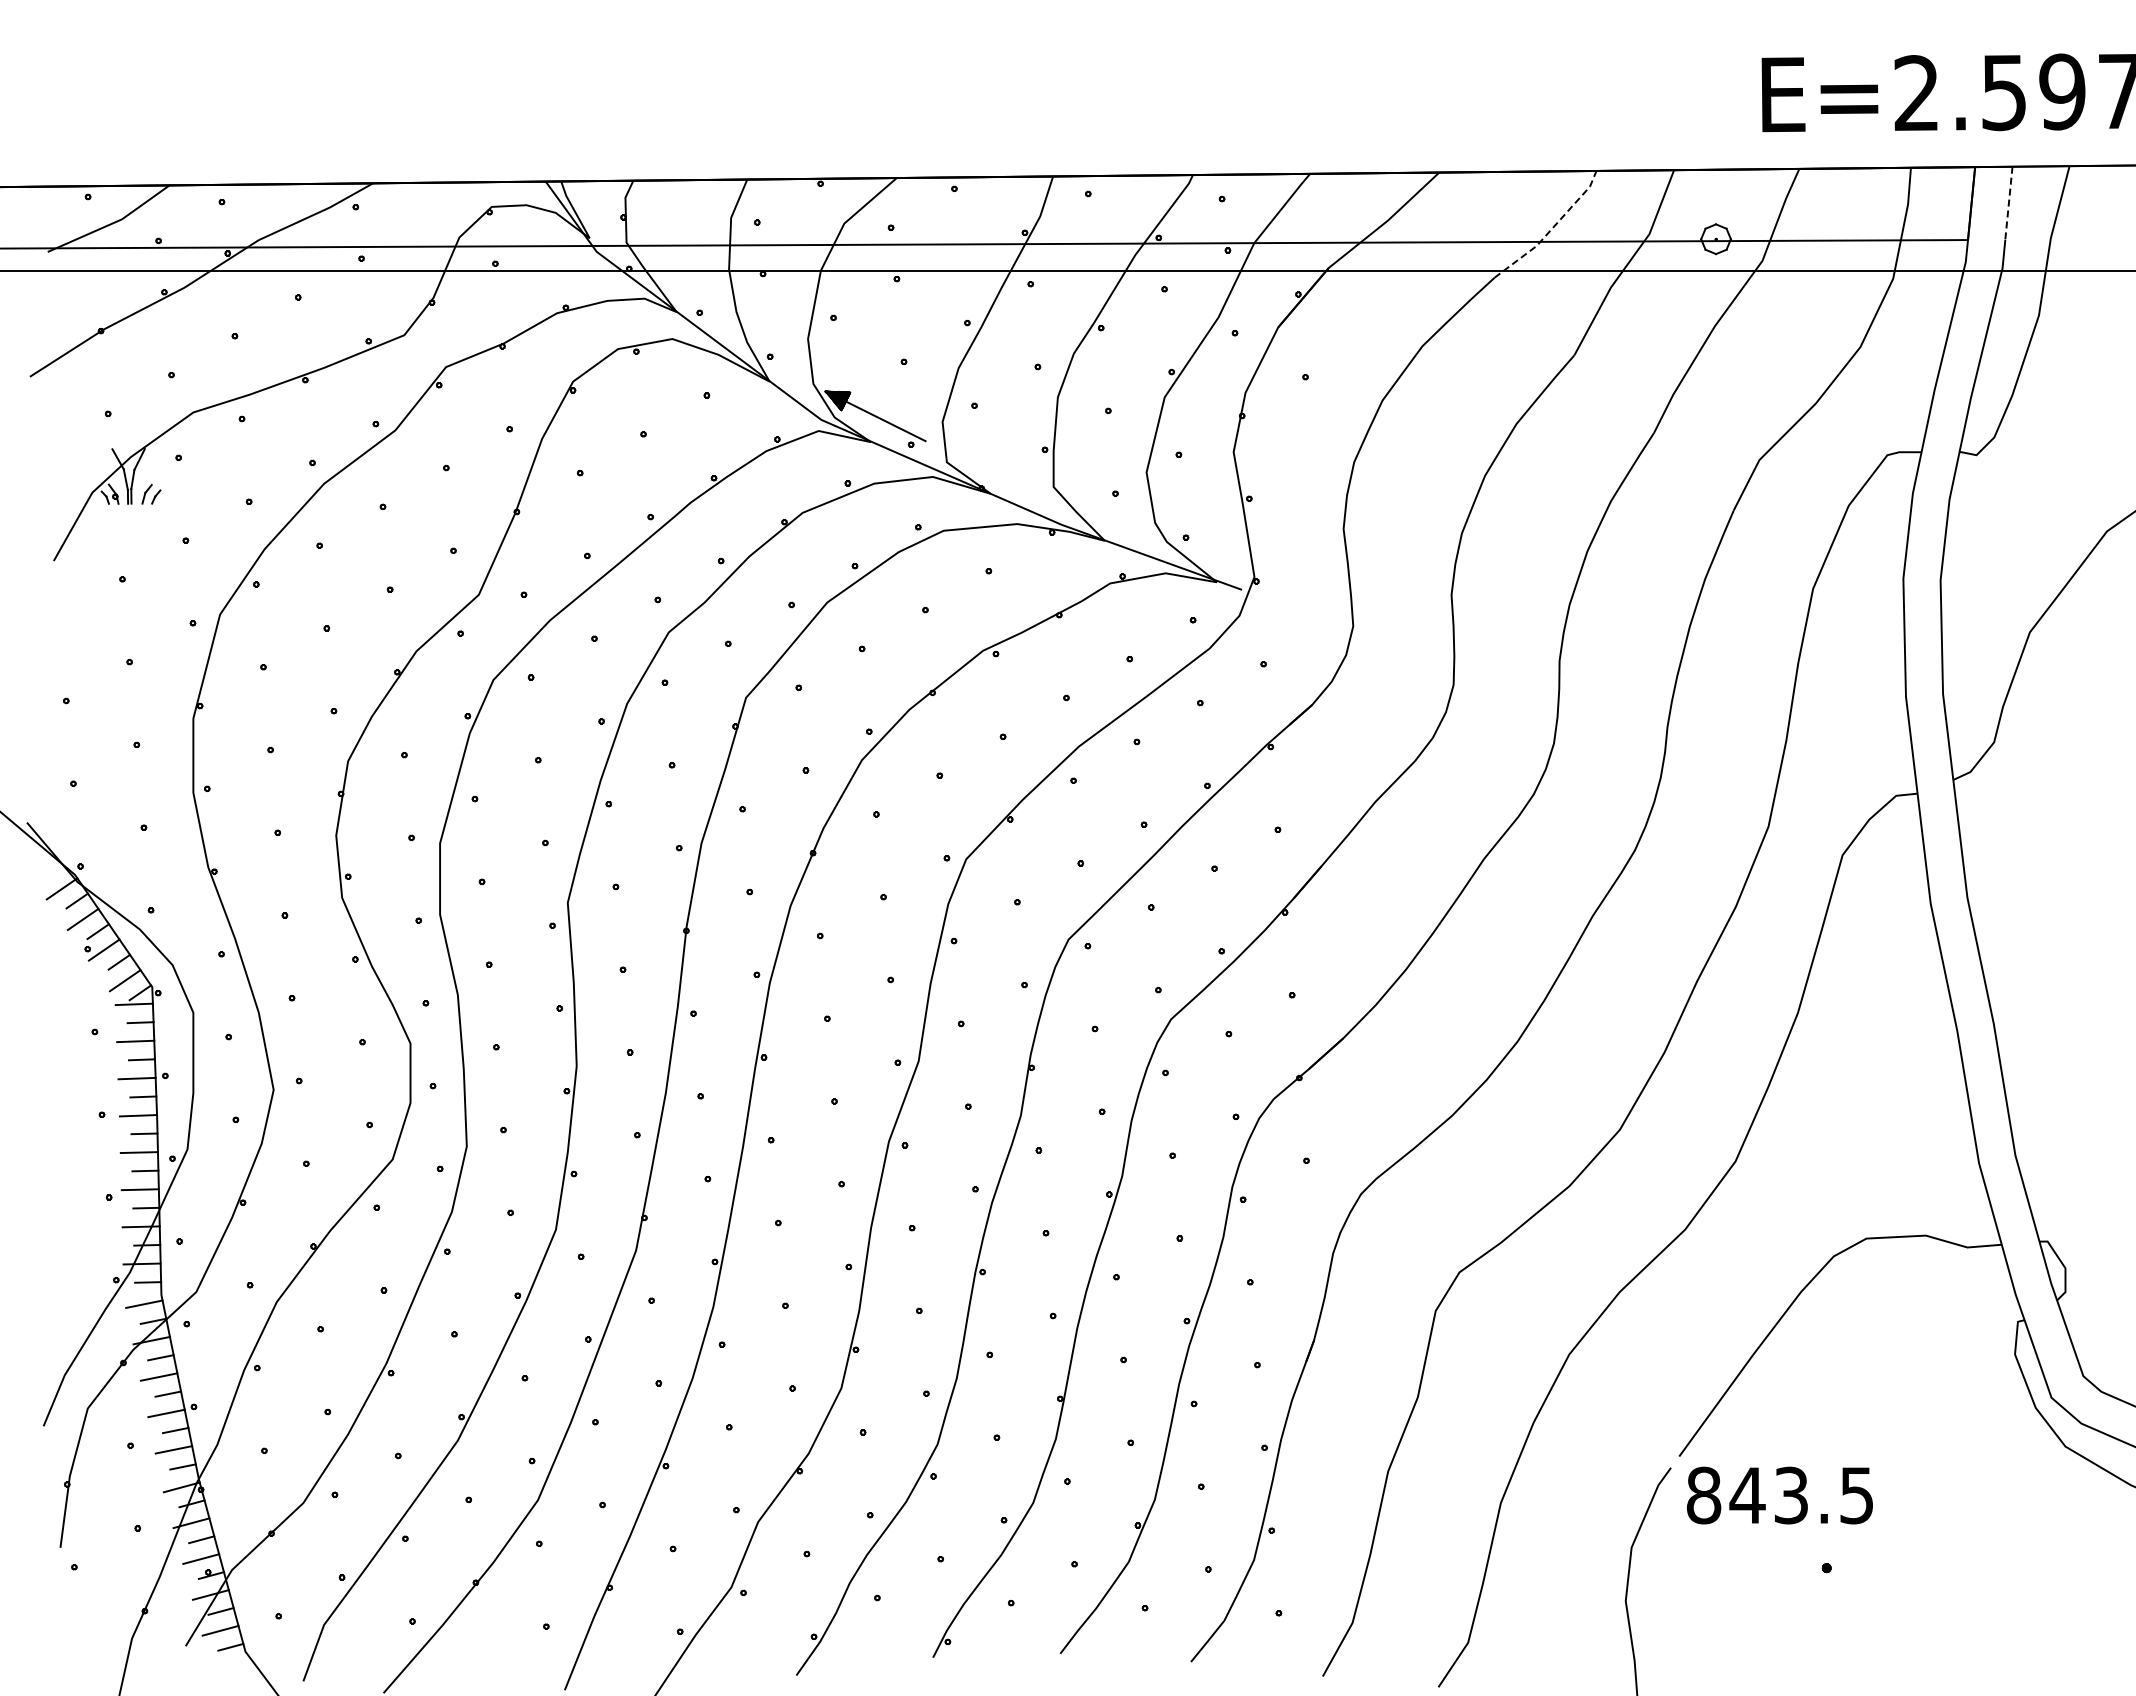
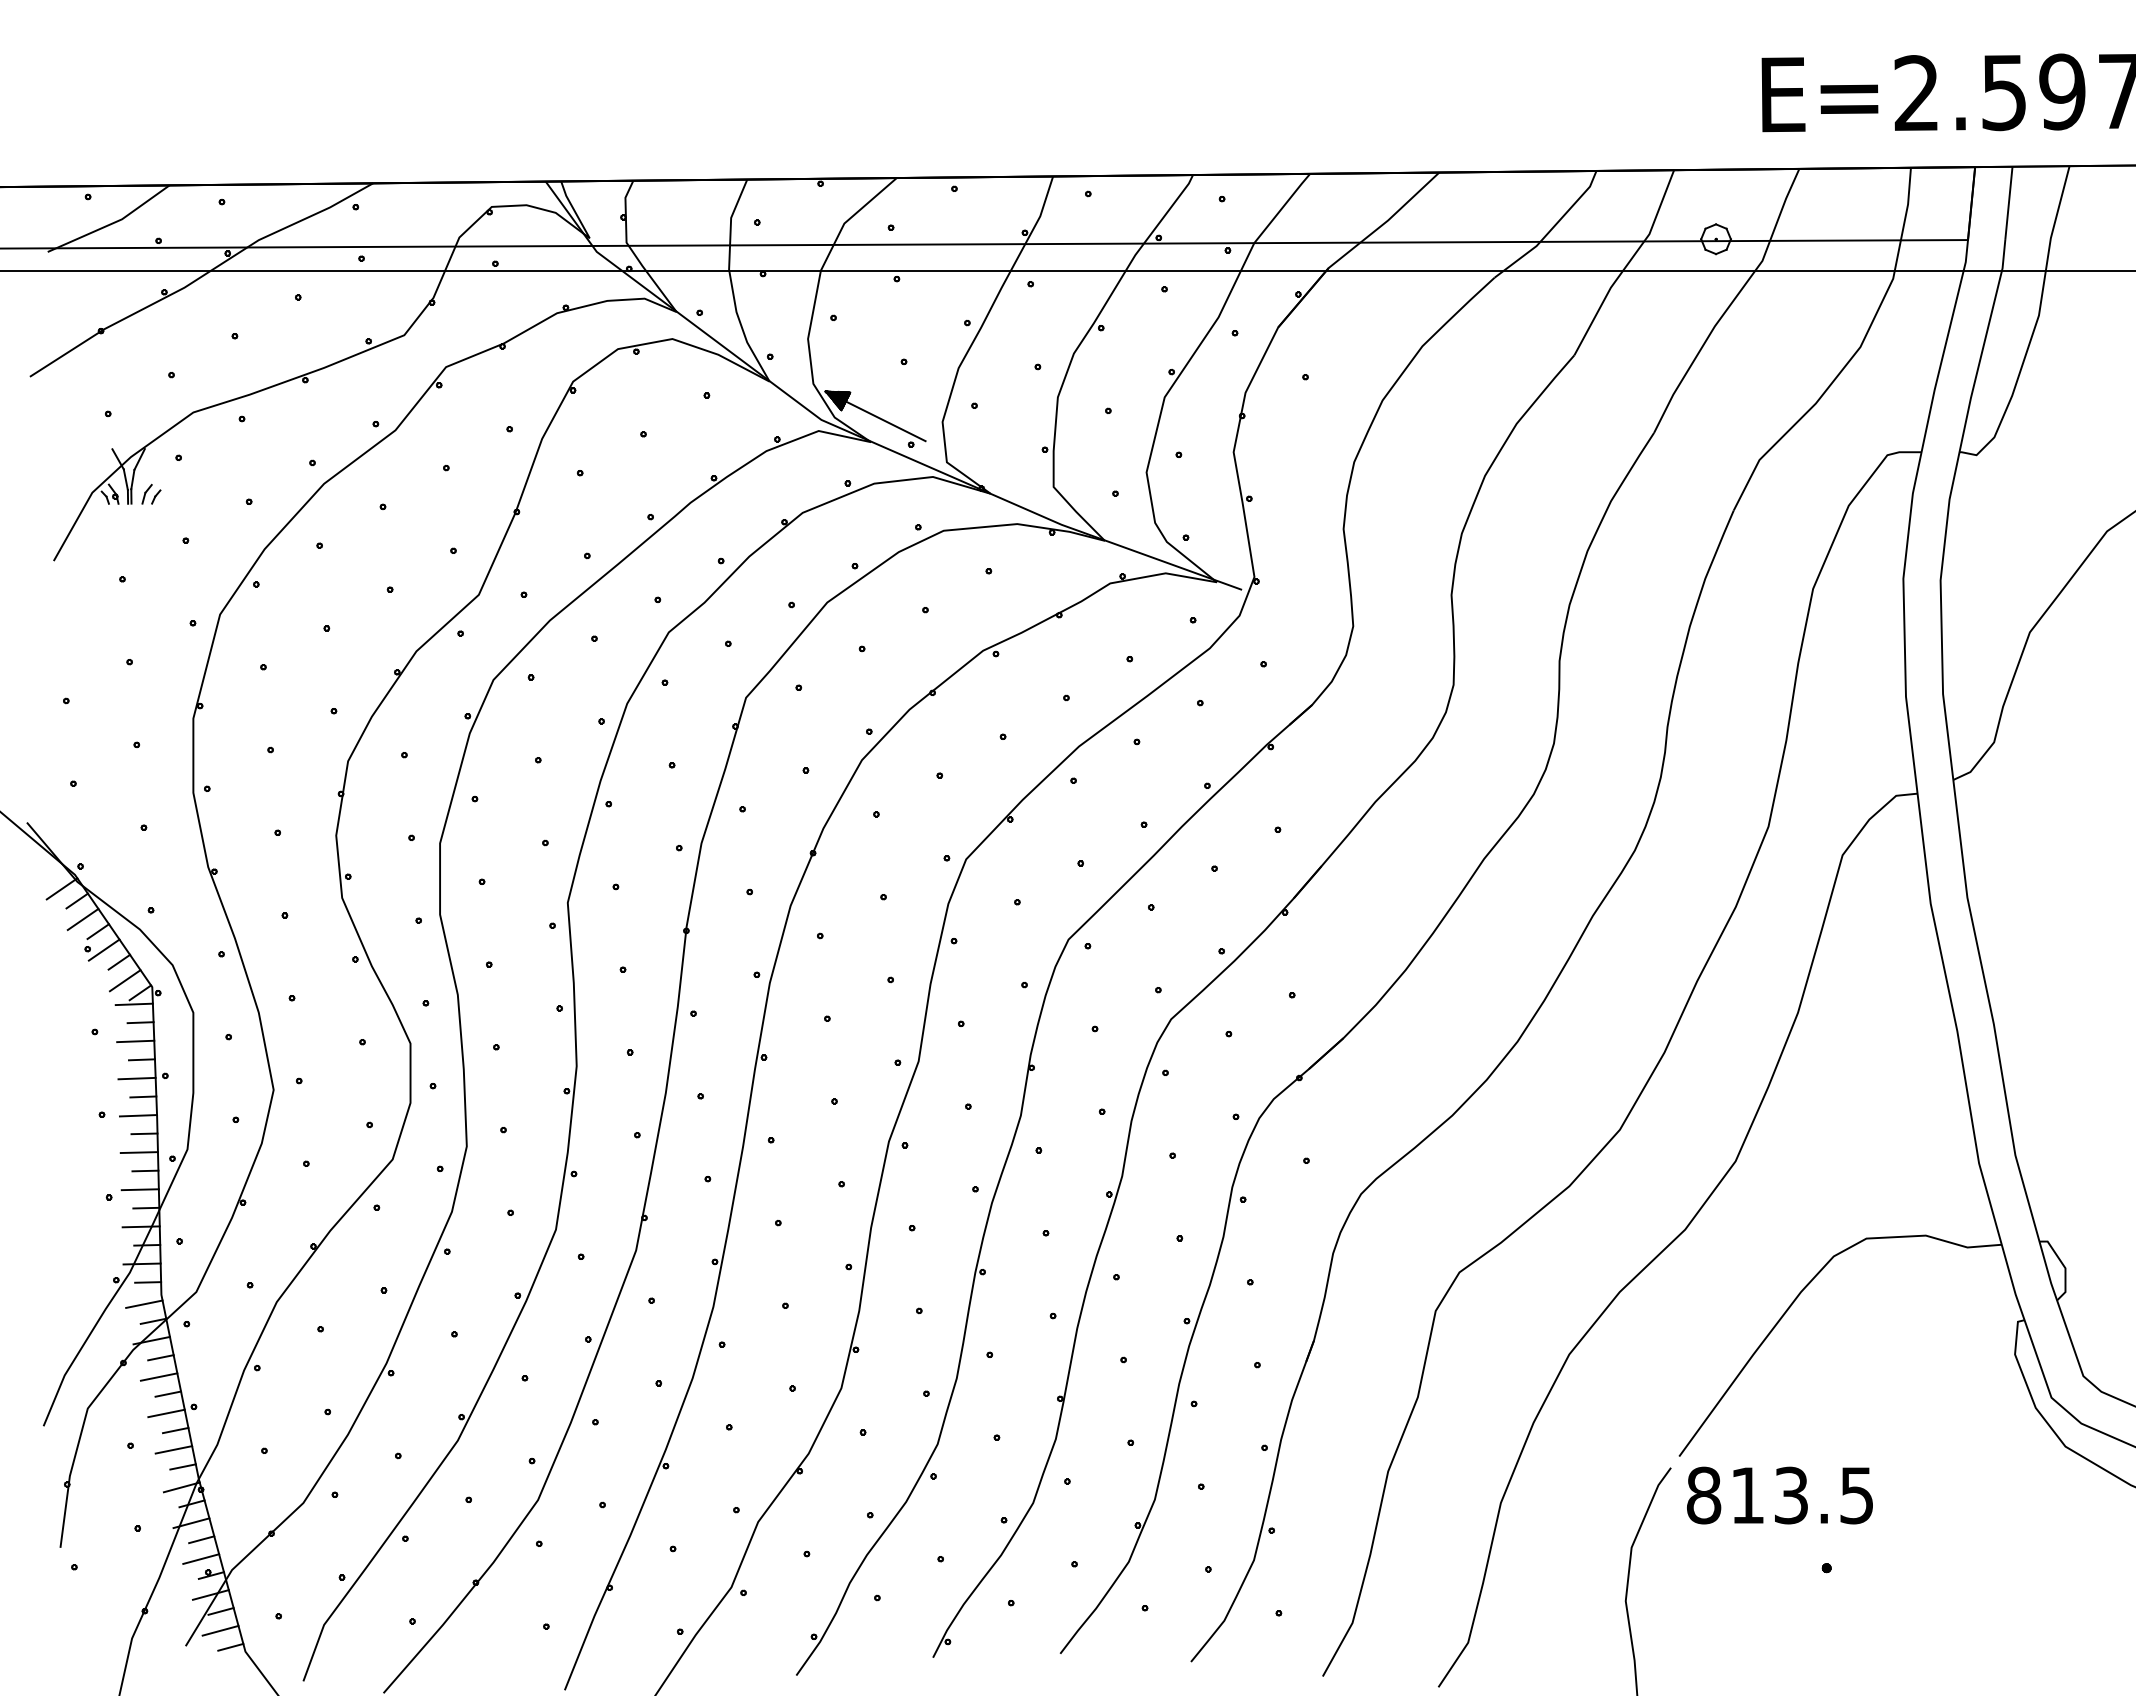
line at (2008, 203): dashed -> solid
line at (1551, 229): dashed -> solid
text at (1747, 1495): 843.5 -> 813.5
